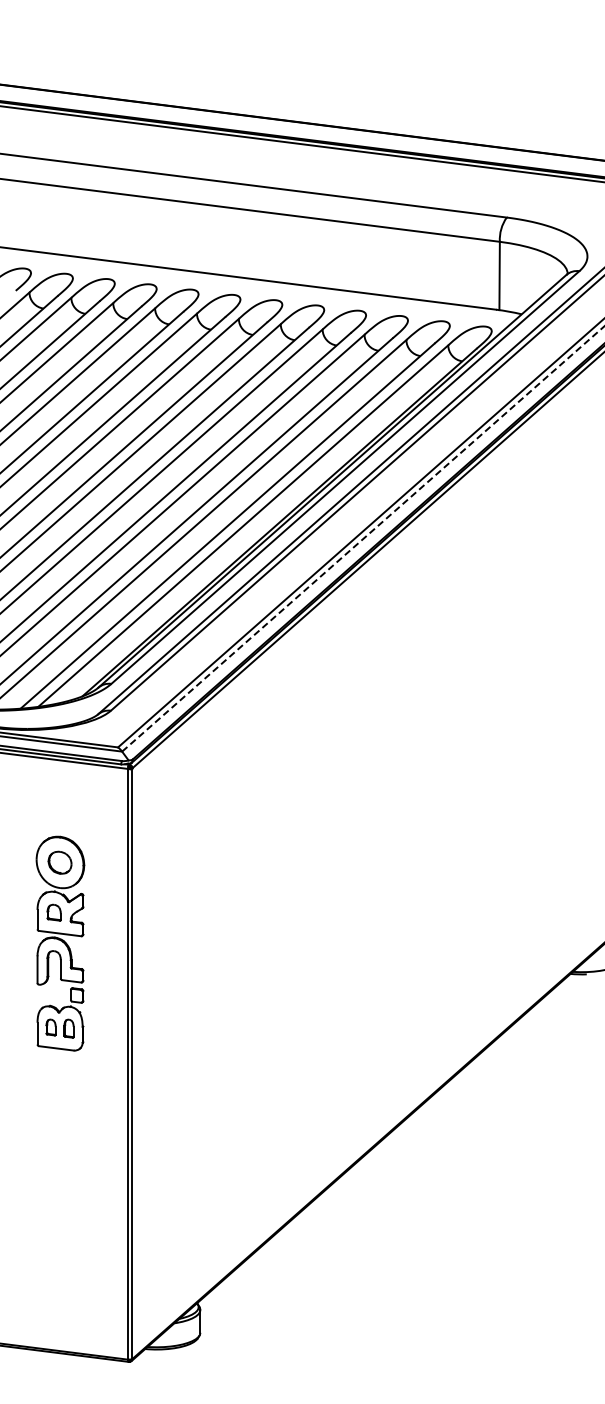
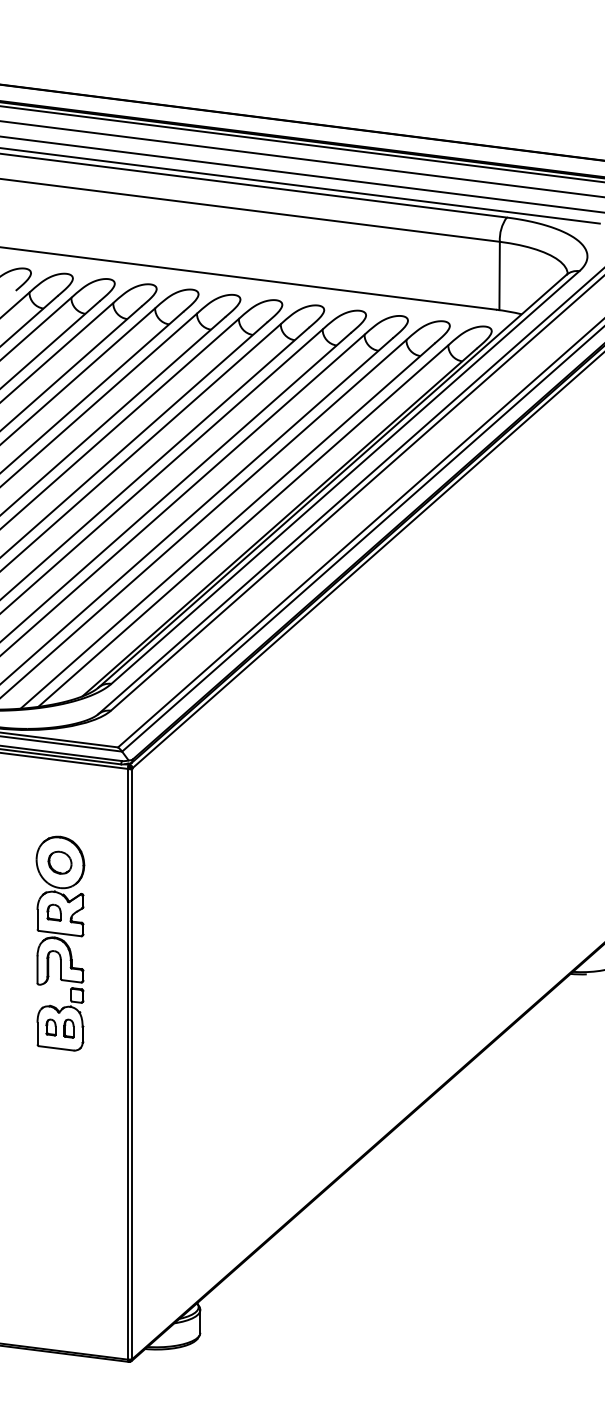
line at (301, 158): none -> present
line at (301, 174): none -> present
line at (300, 185): none -> present
line at (363, 538): dashed -> solid
